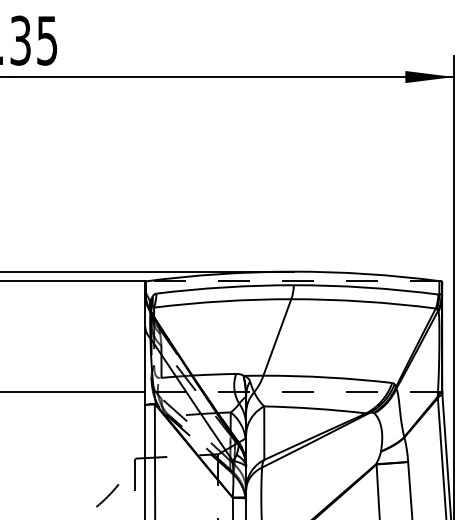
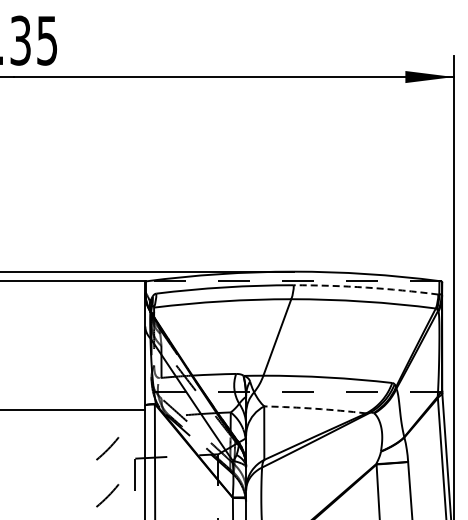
arc at (366, 287): solid -> dashed
line at (73, 392) position: (73, 392) -> (73, 410)
arc at (315, 408): solid -> dashed
line at (107, 448): none -> present
